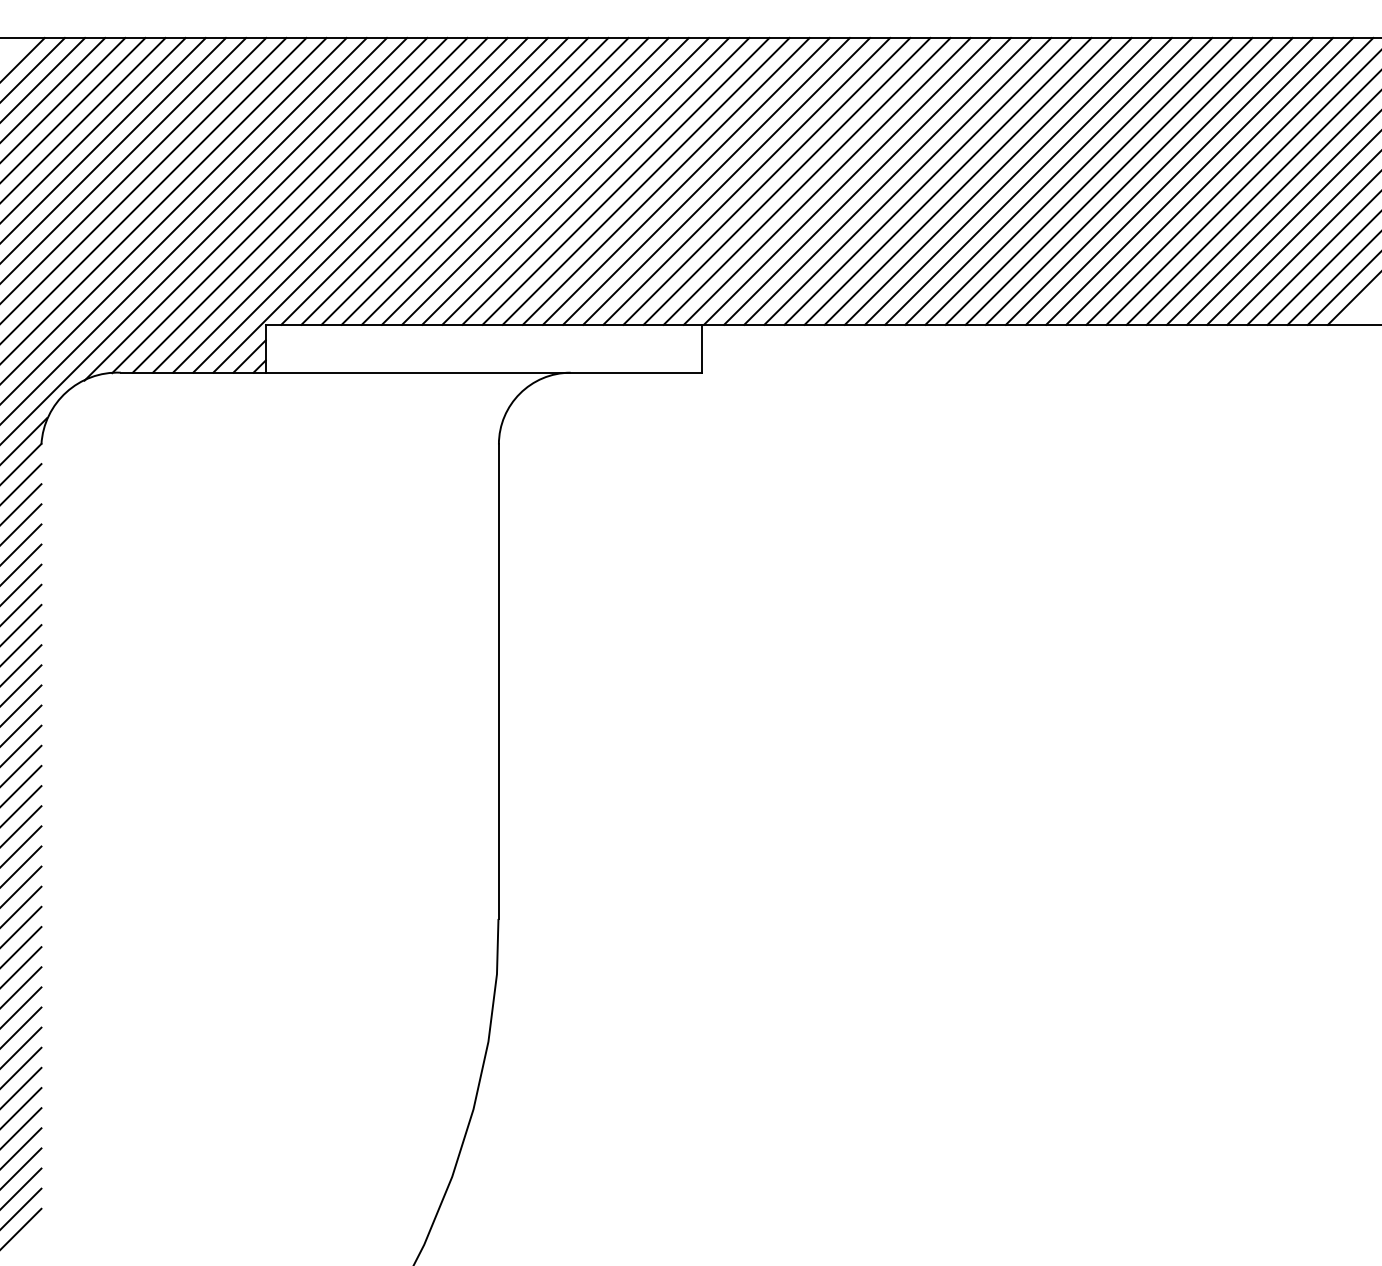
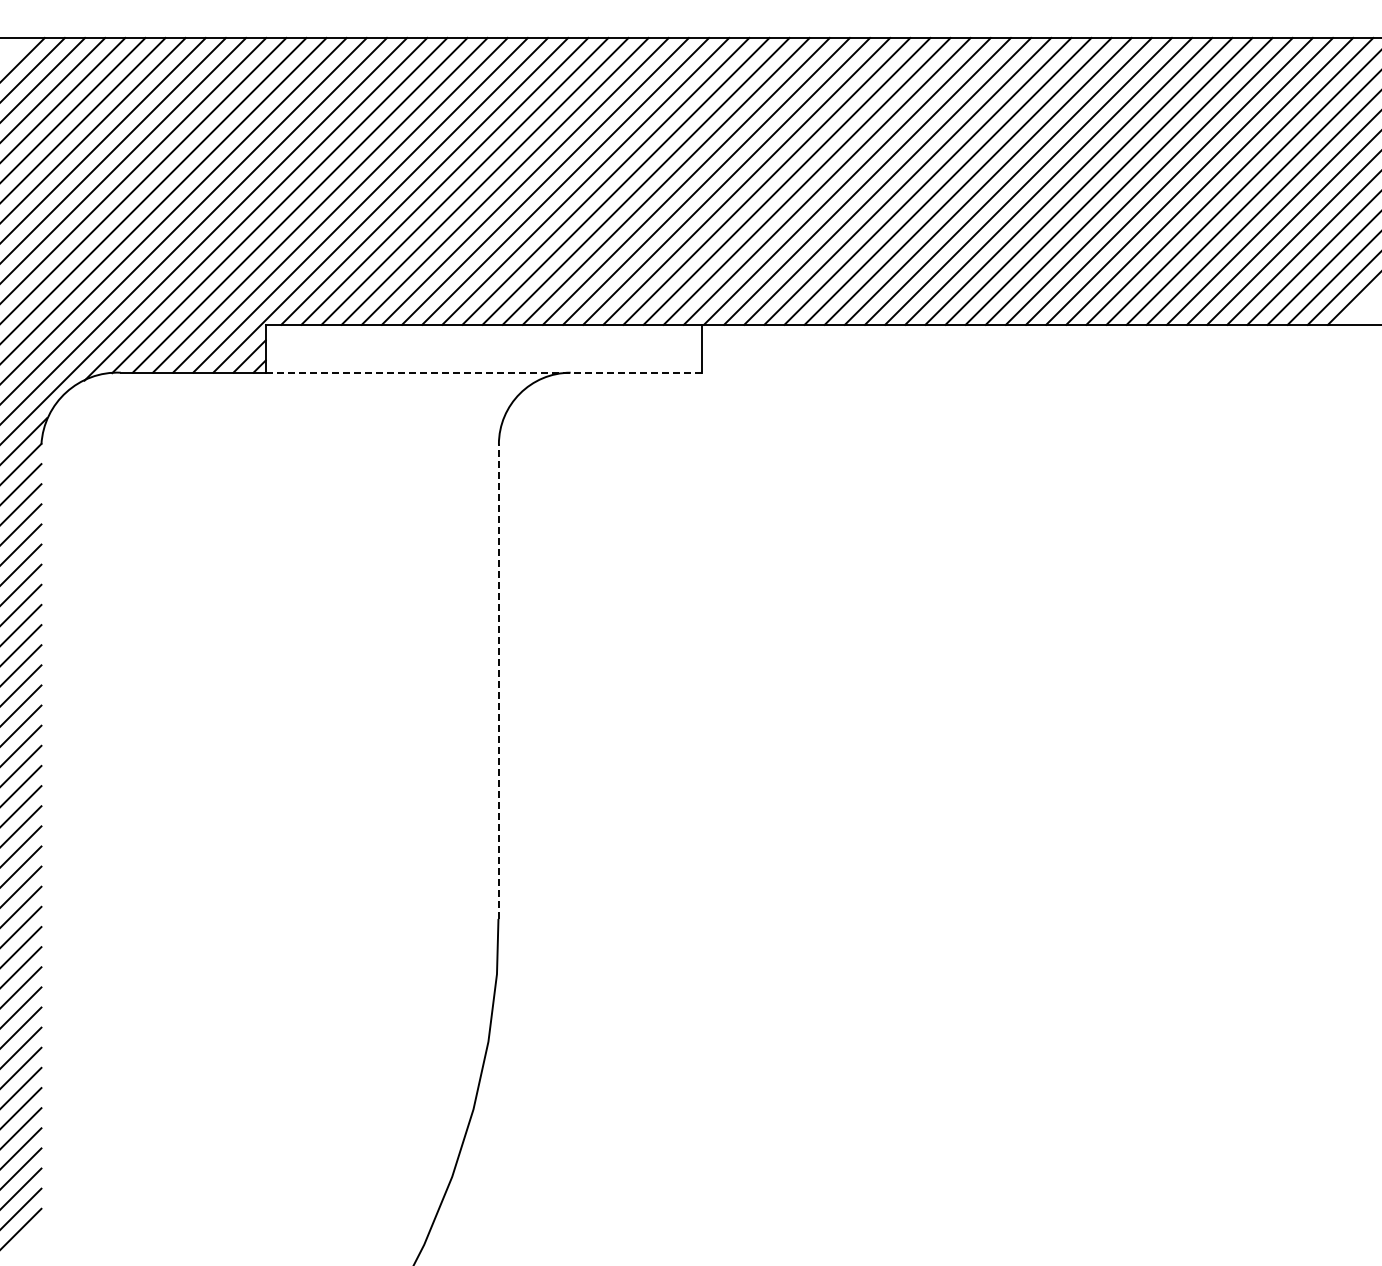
line at (484, 372): solid -> dashed
line at (498, 681): solid -> dashed
